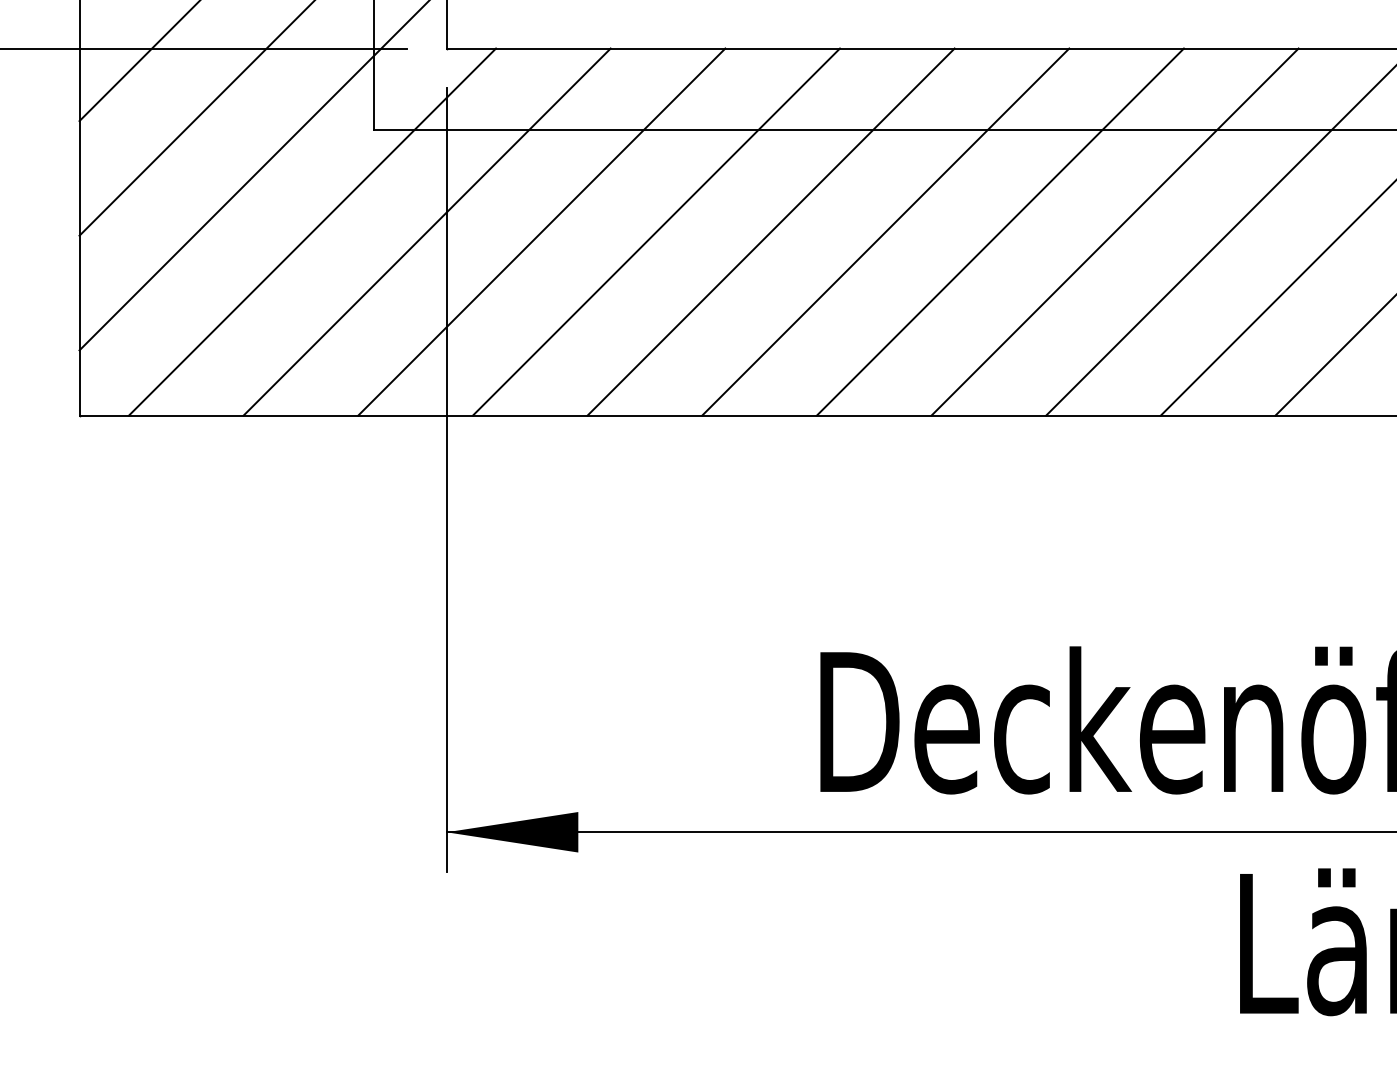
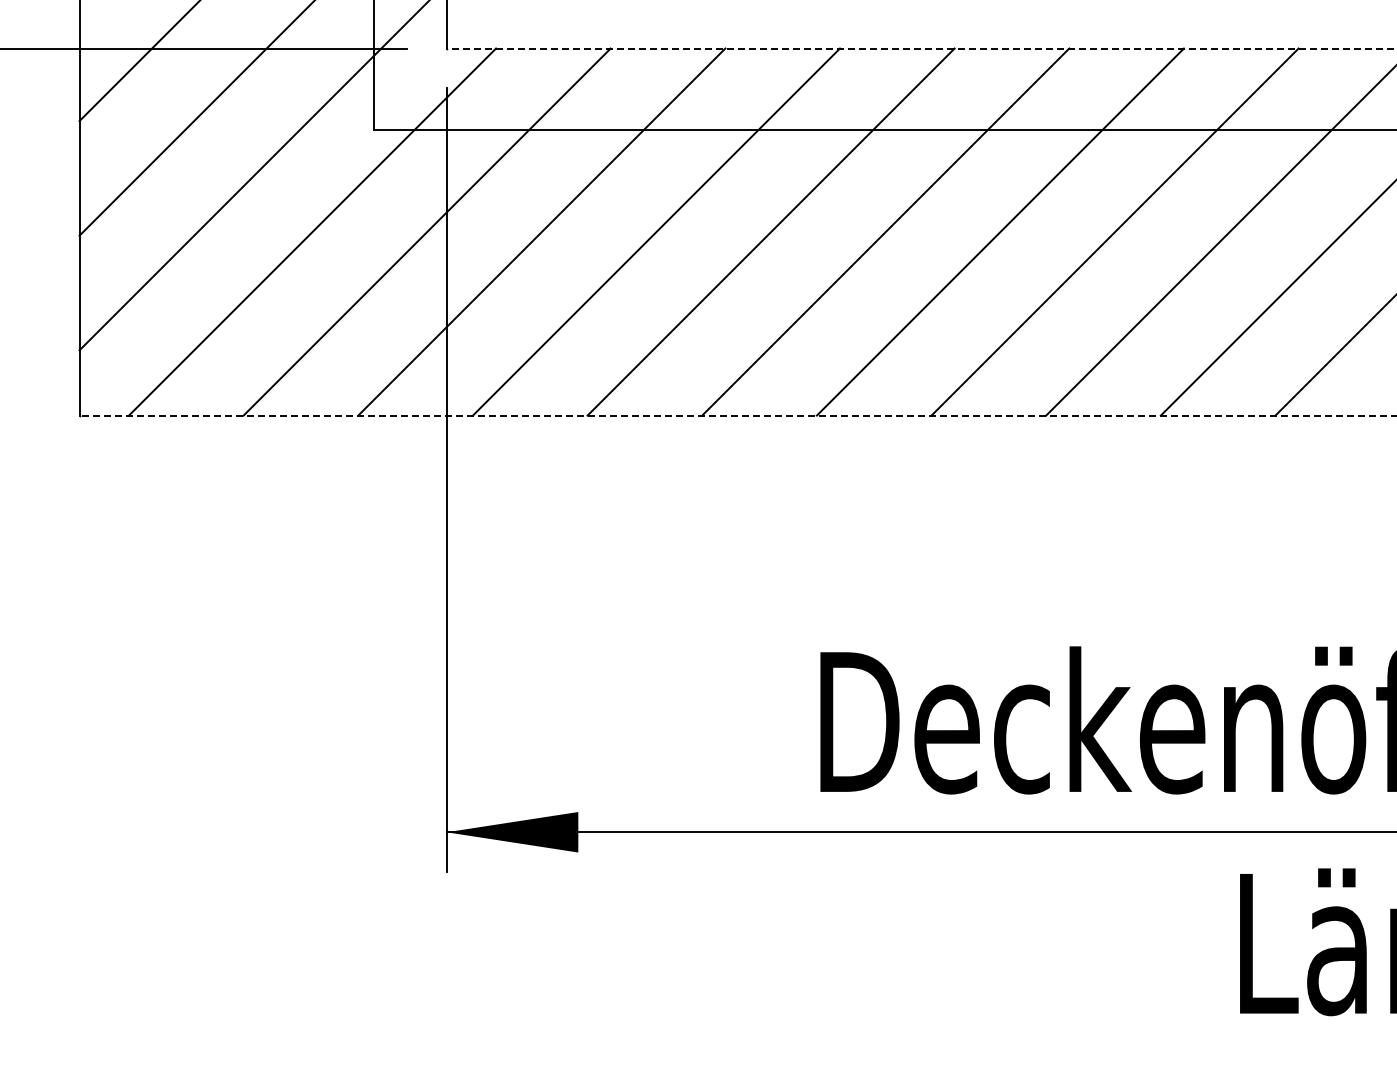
line at (921, 48): solid -> dashed
line at (737, 415): solid -> dashed
